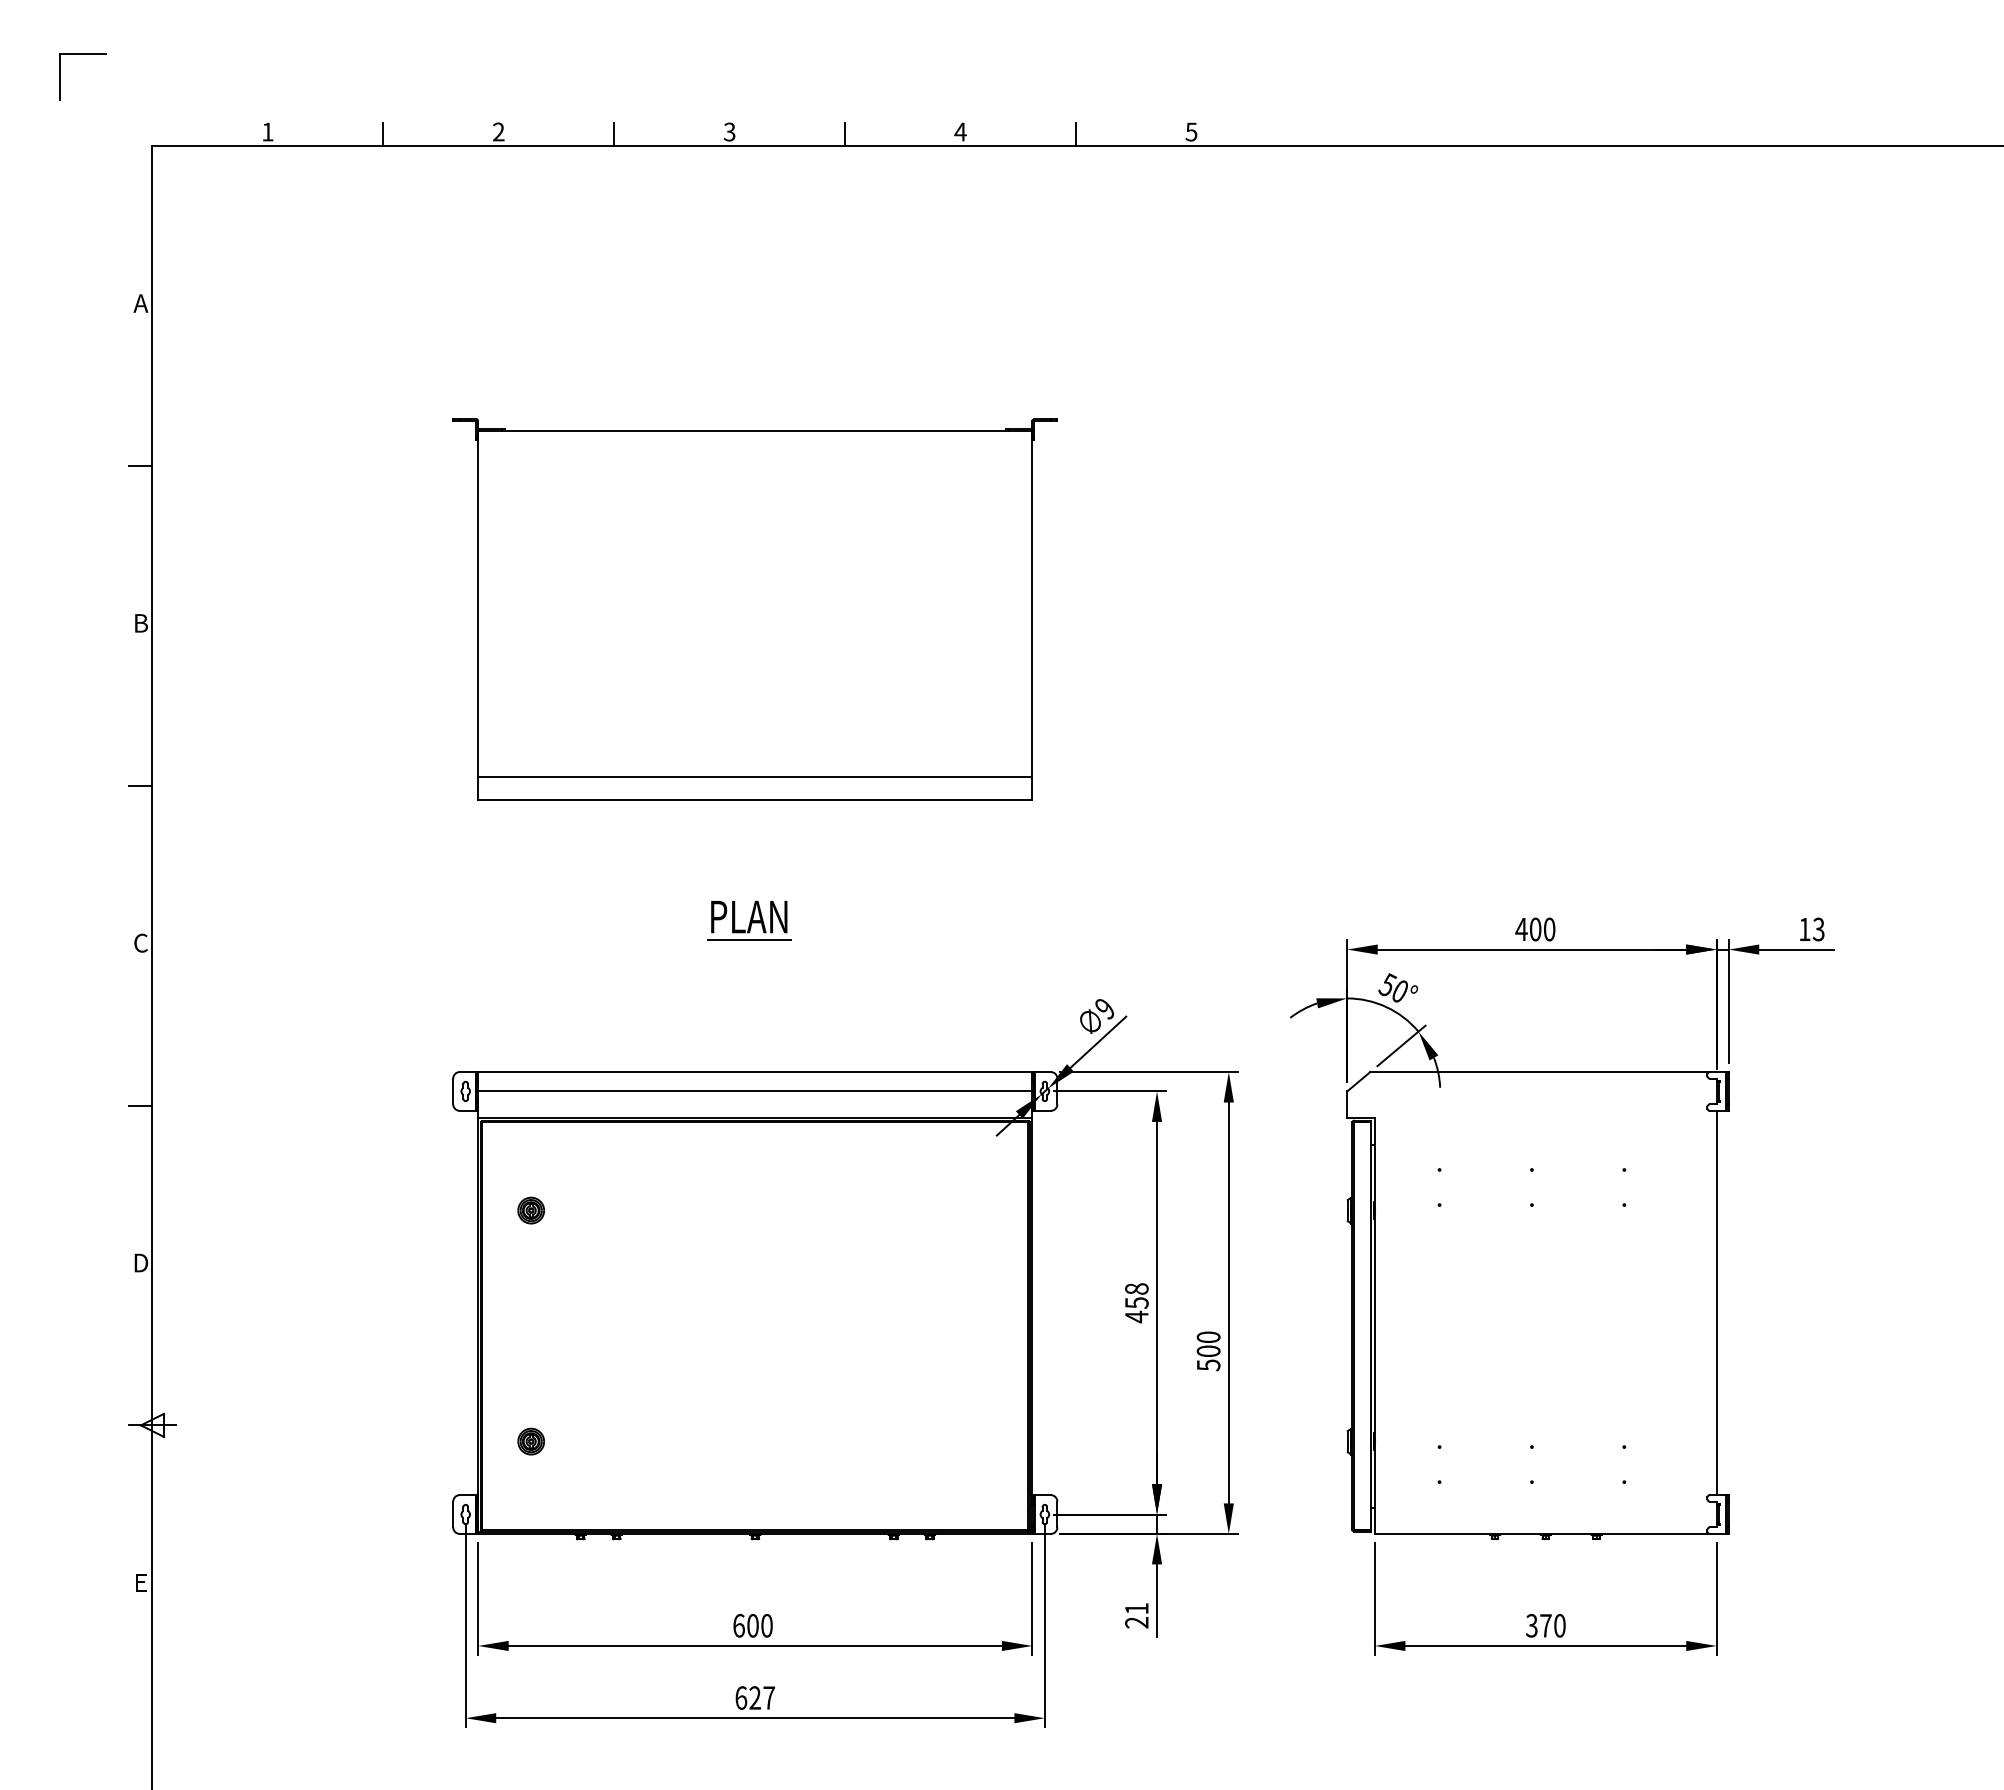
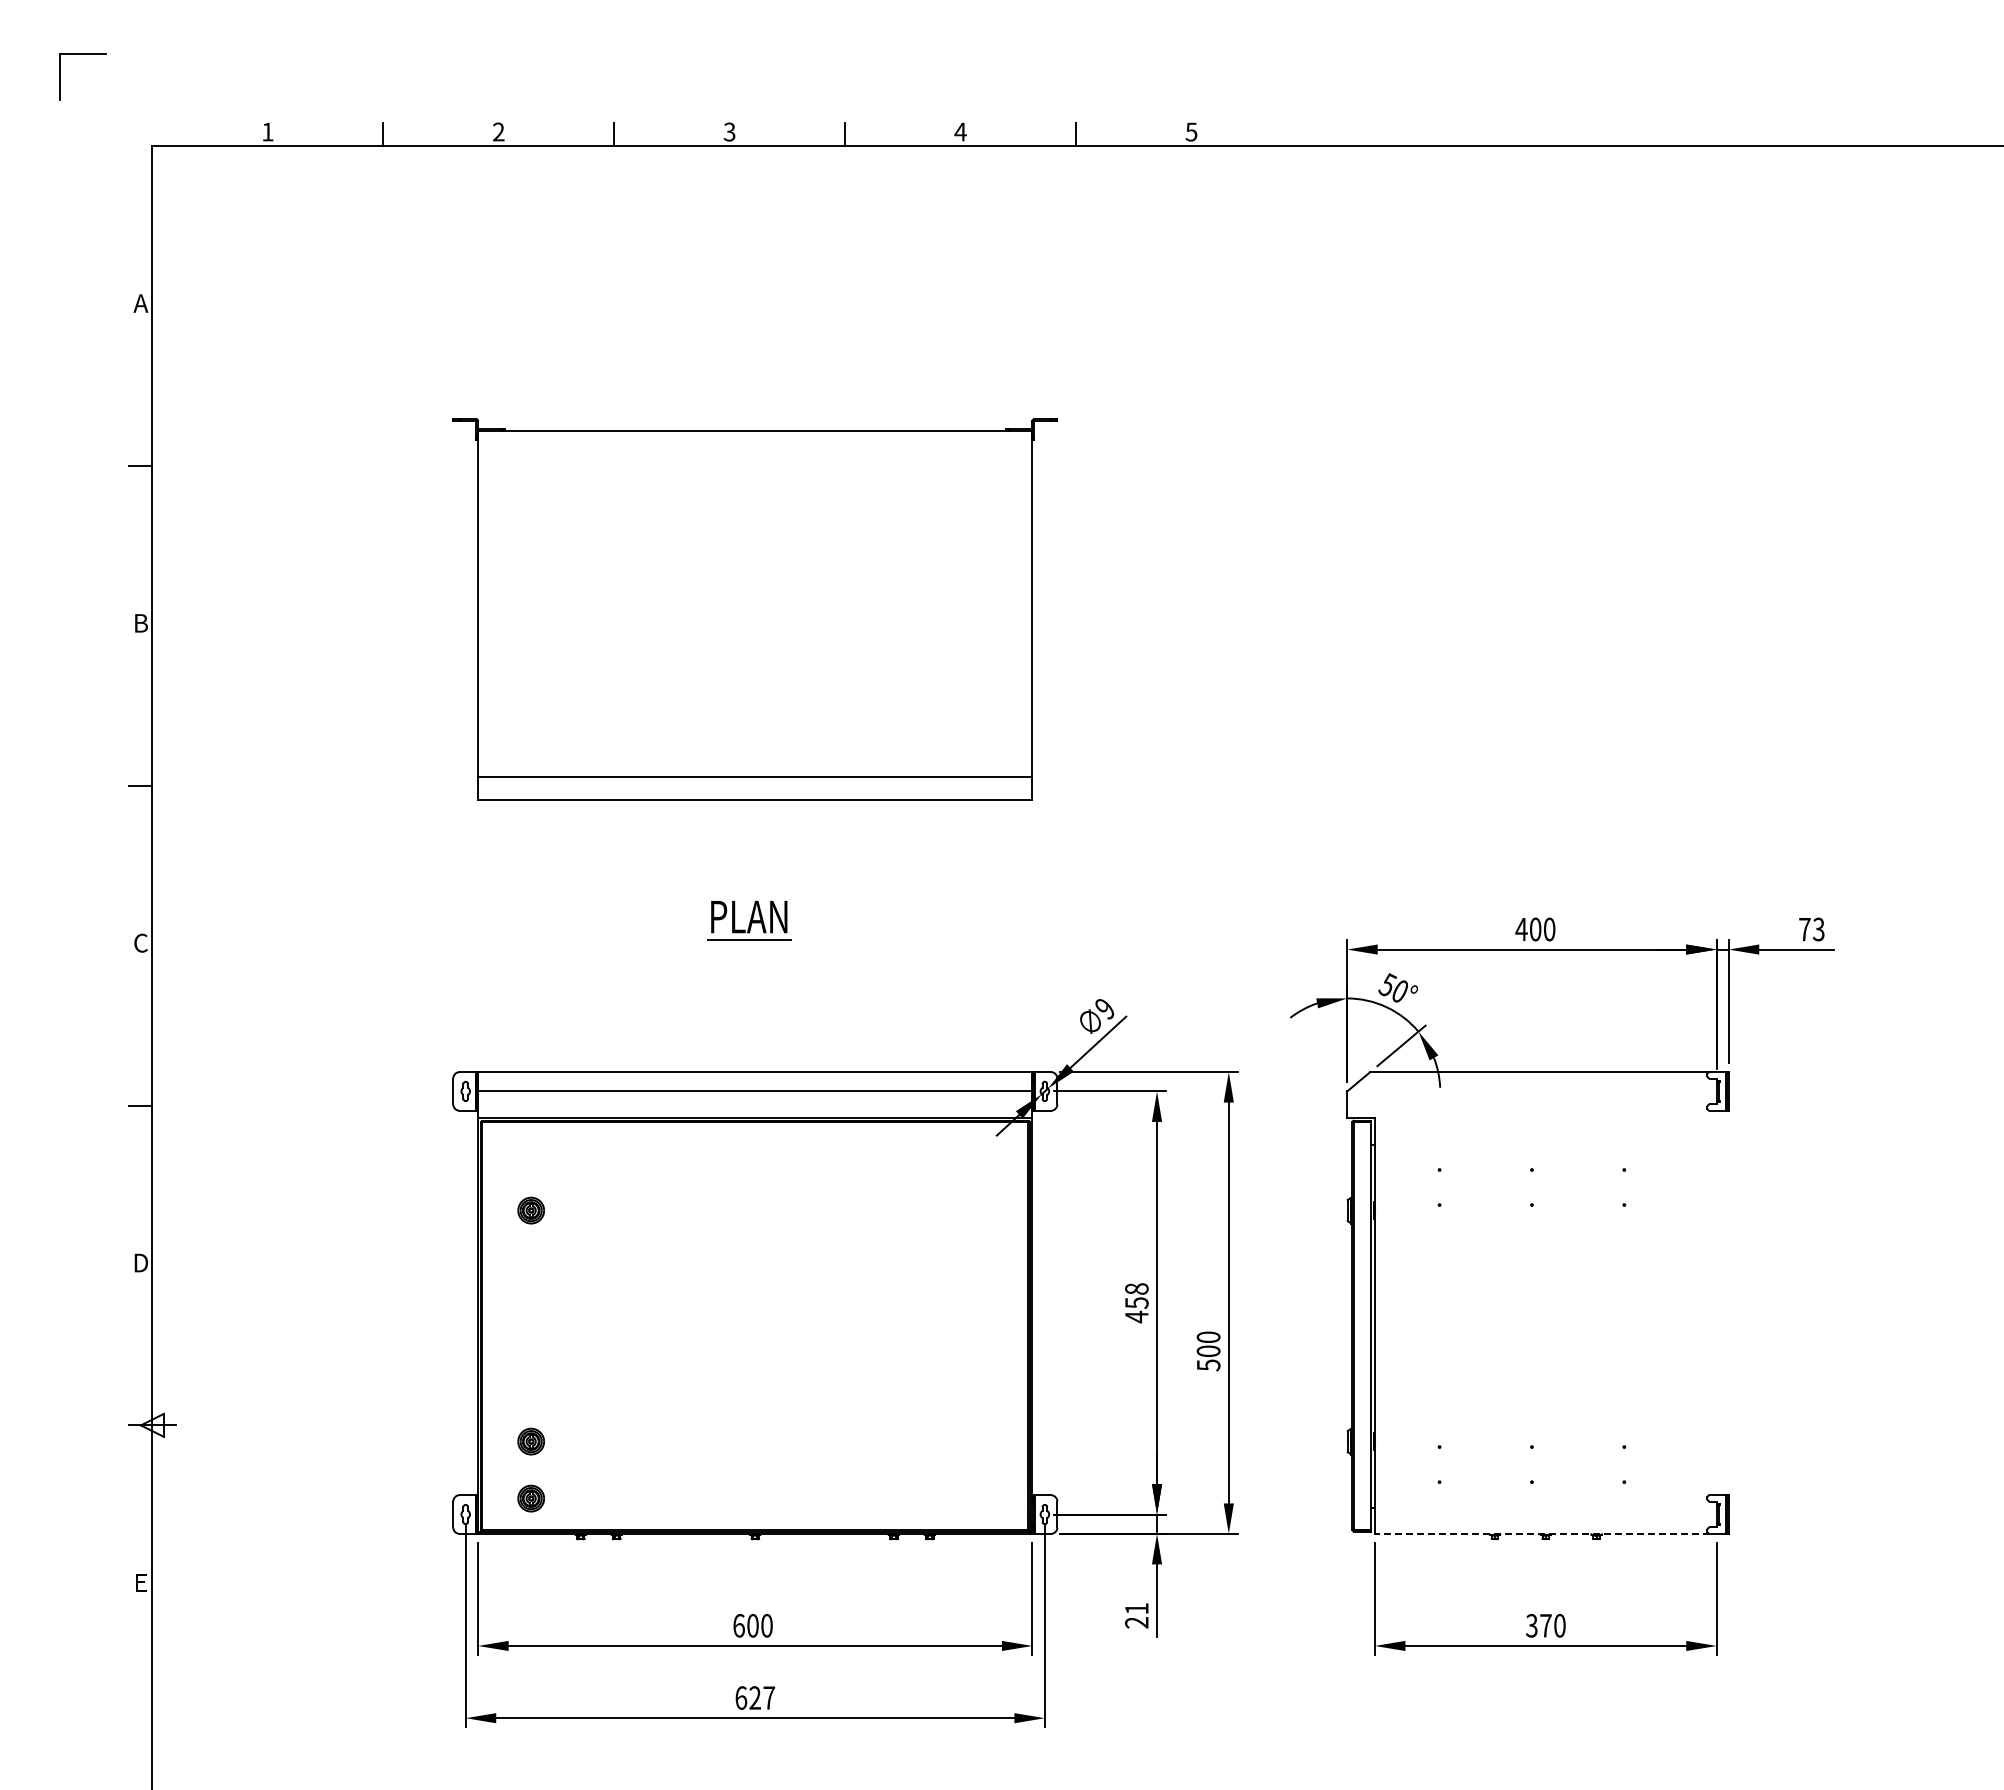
text at (1804, 929): 13 -> 73
line at (1716, 1302): present -> none
part at (530, 1498): none -> present
line at (1541, 1533): solid -> dashed
